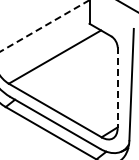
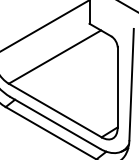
line at (44, 26): dashed -> solid
line at (117, 88): dashed -> solid
